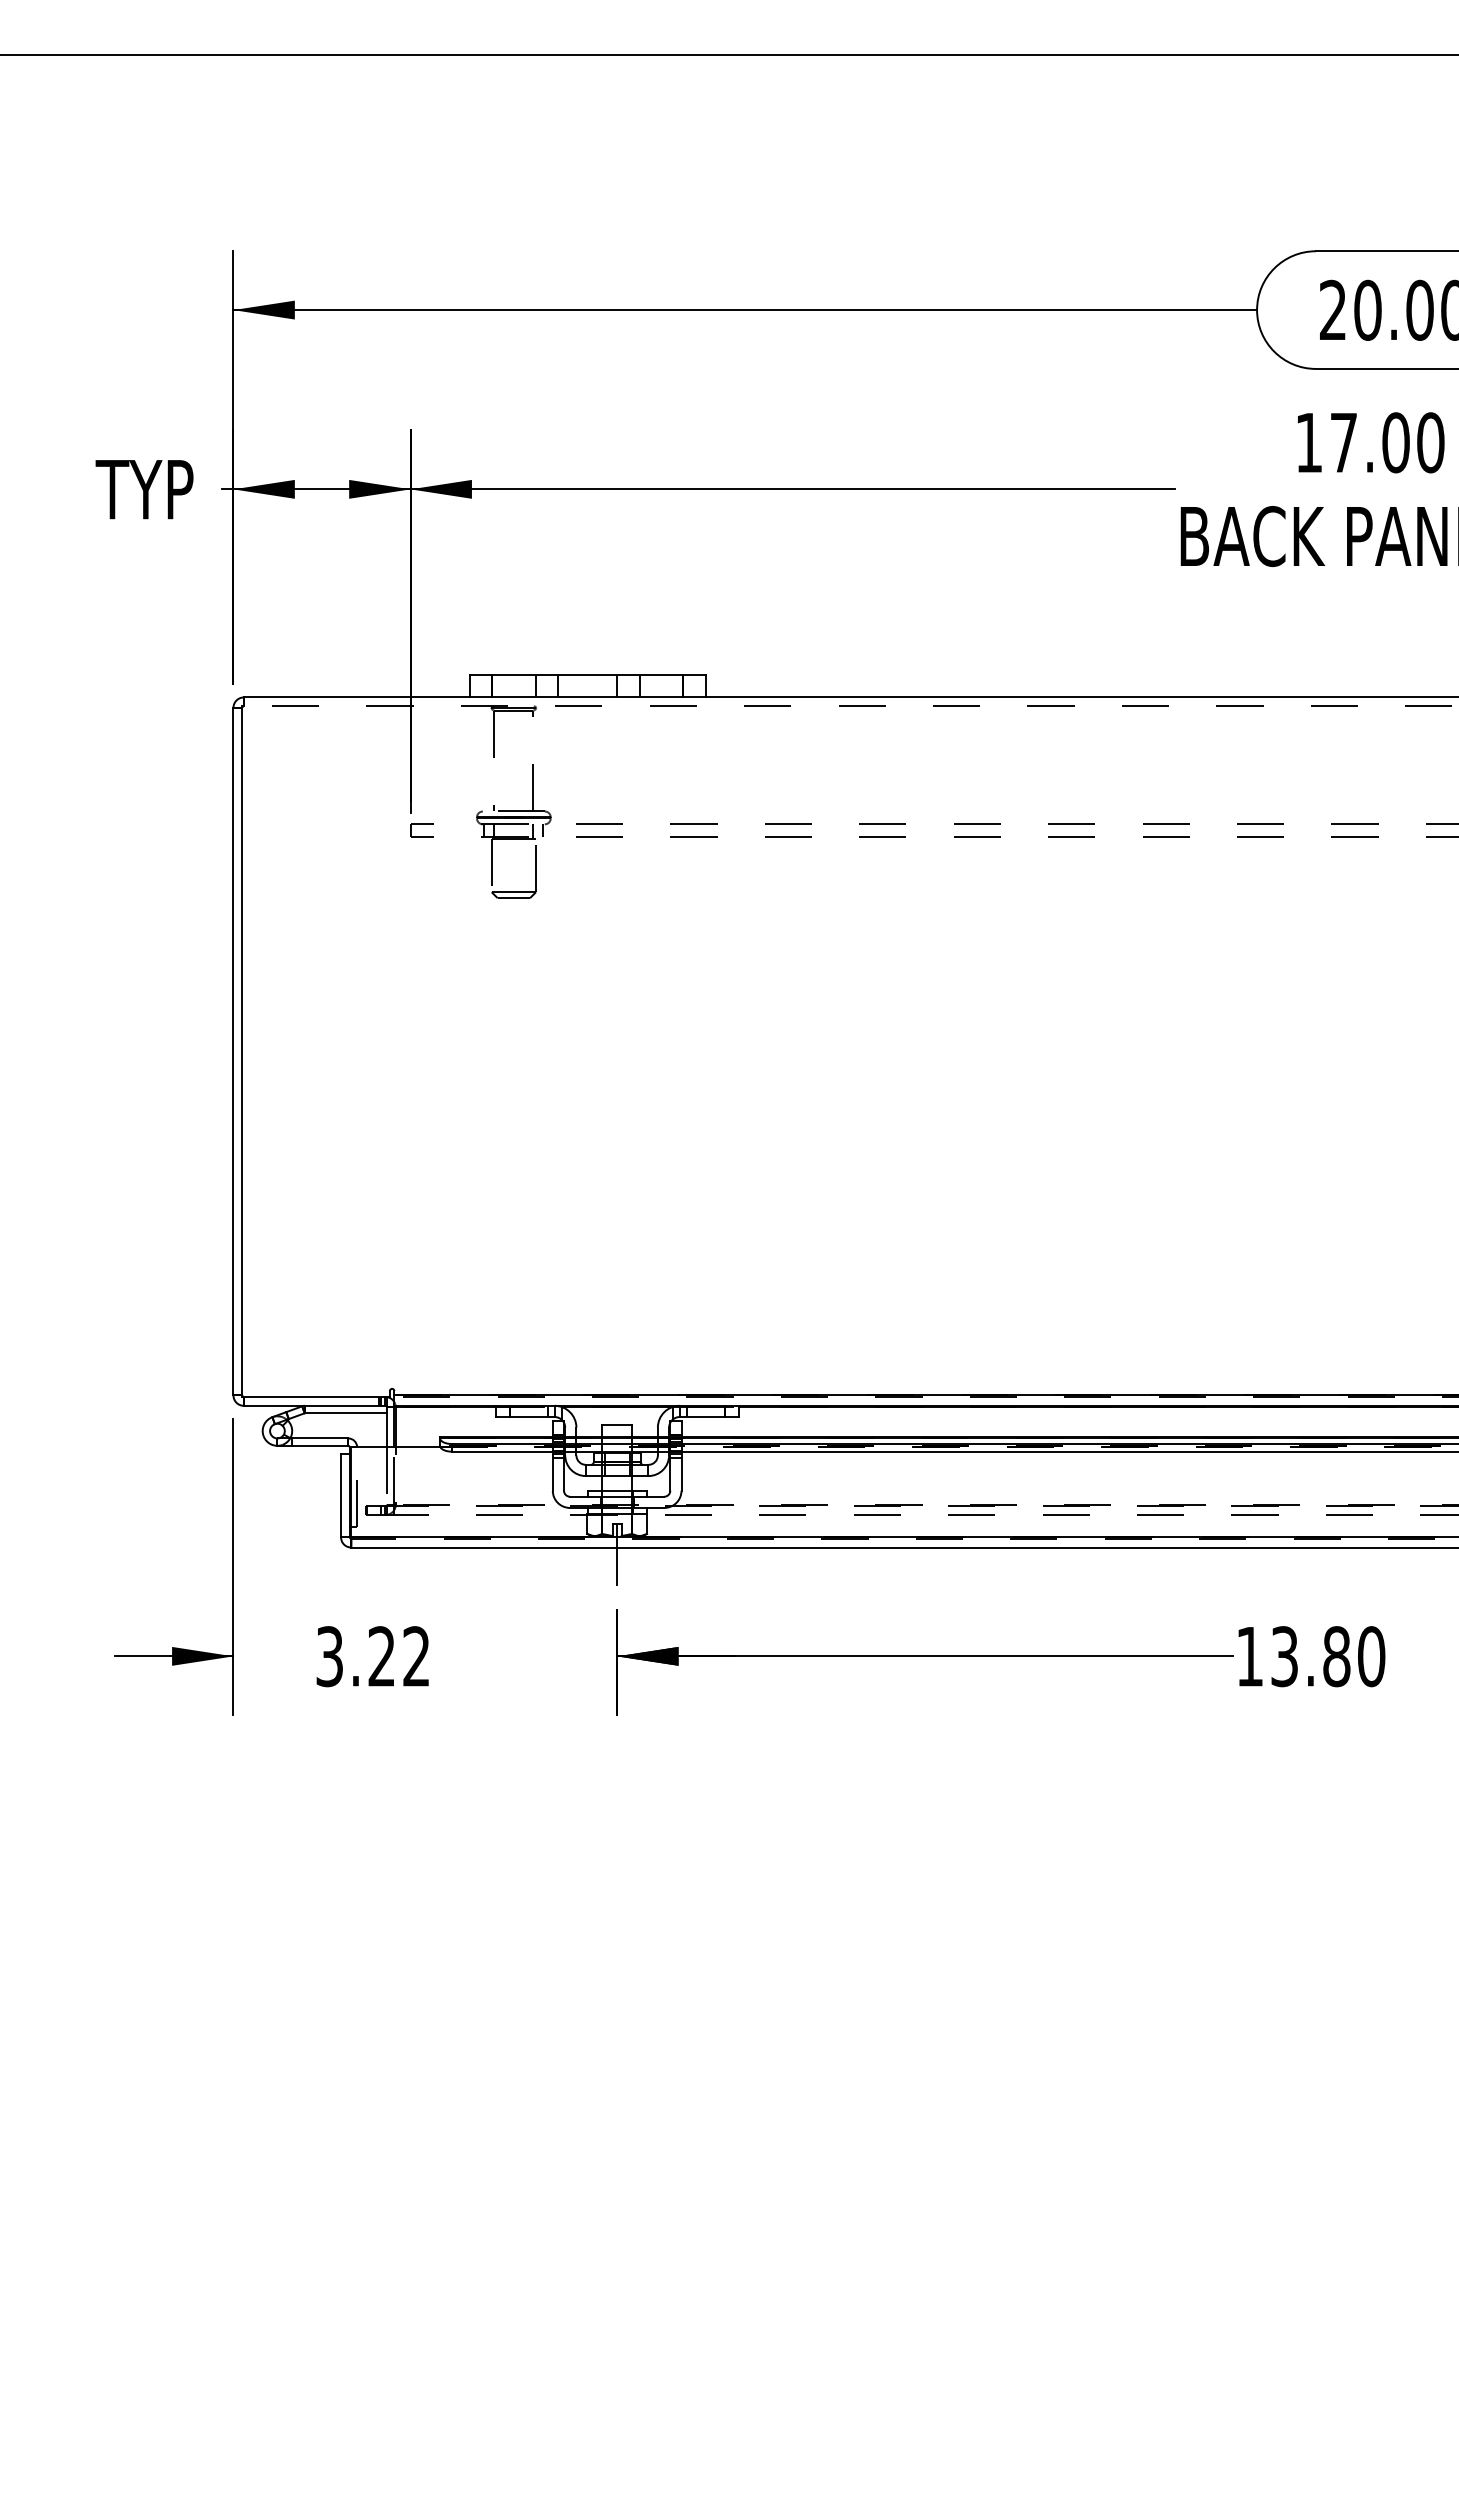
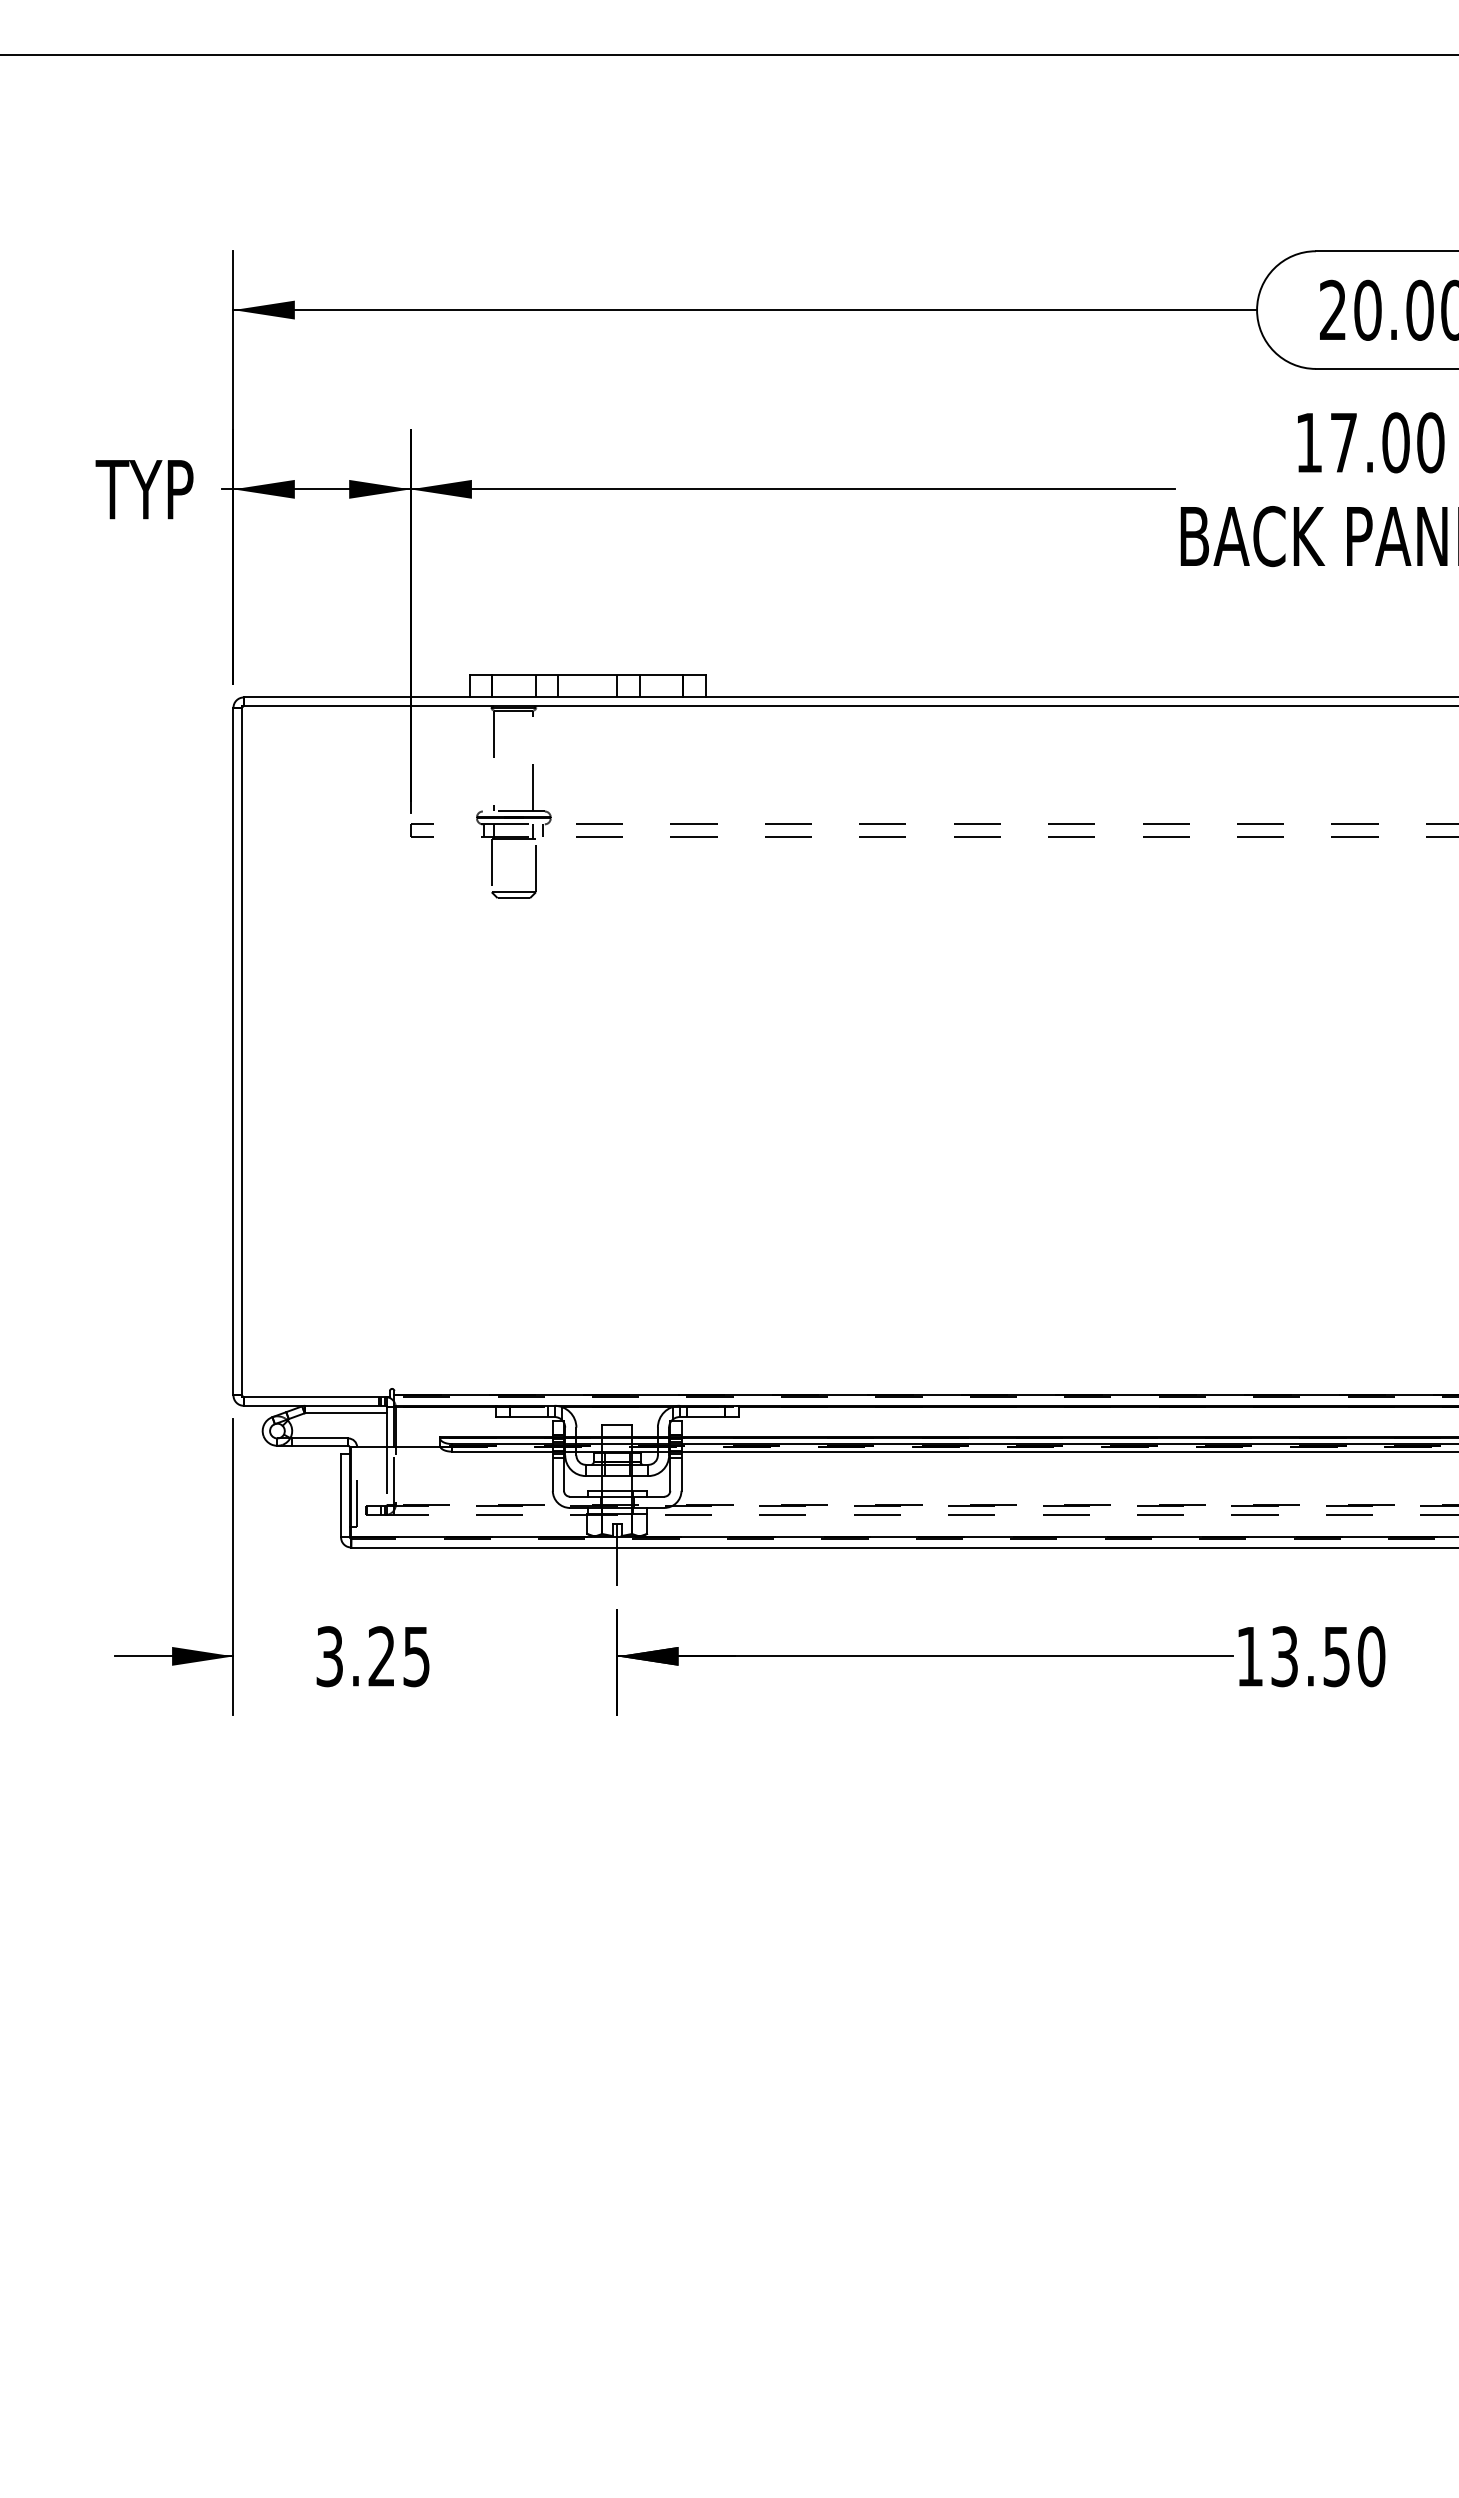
line at (850, 706): dashed -> solid
text at (416, 1656): 3.22 -> 3.25
text at (1336, 1656): 13.80 -> 13.50
